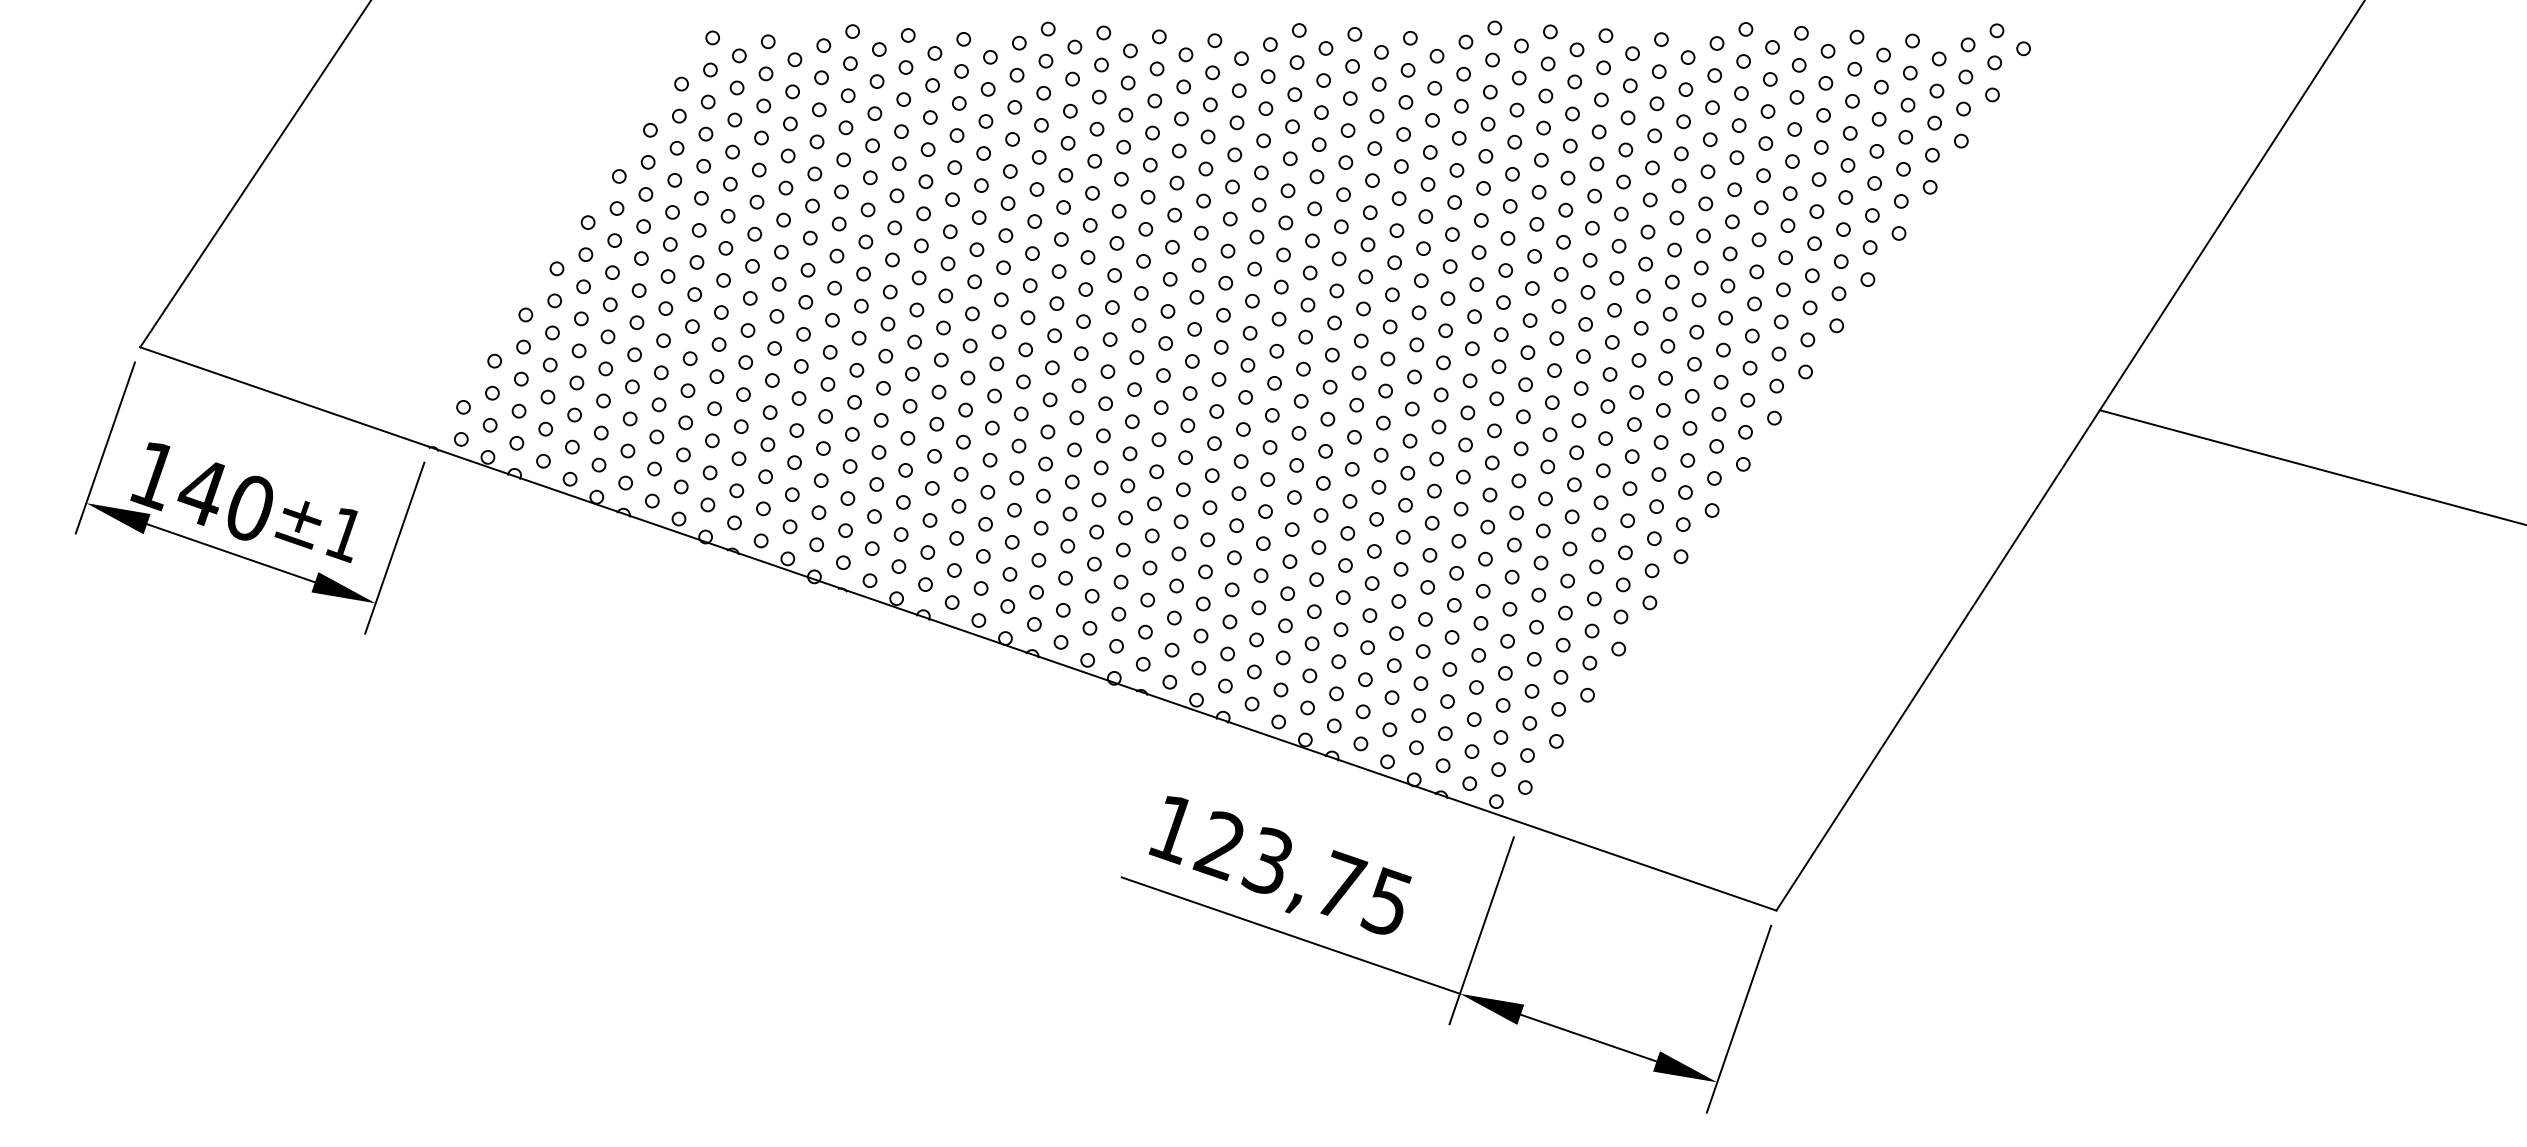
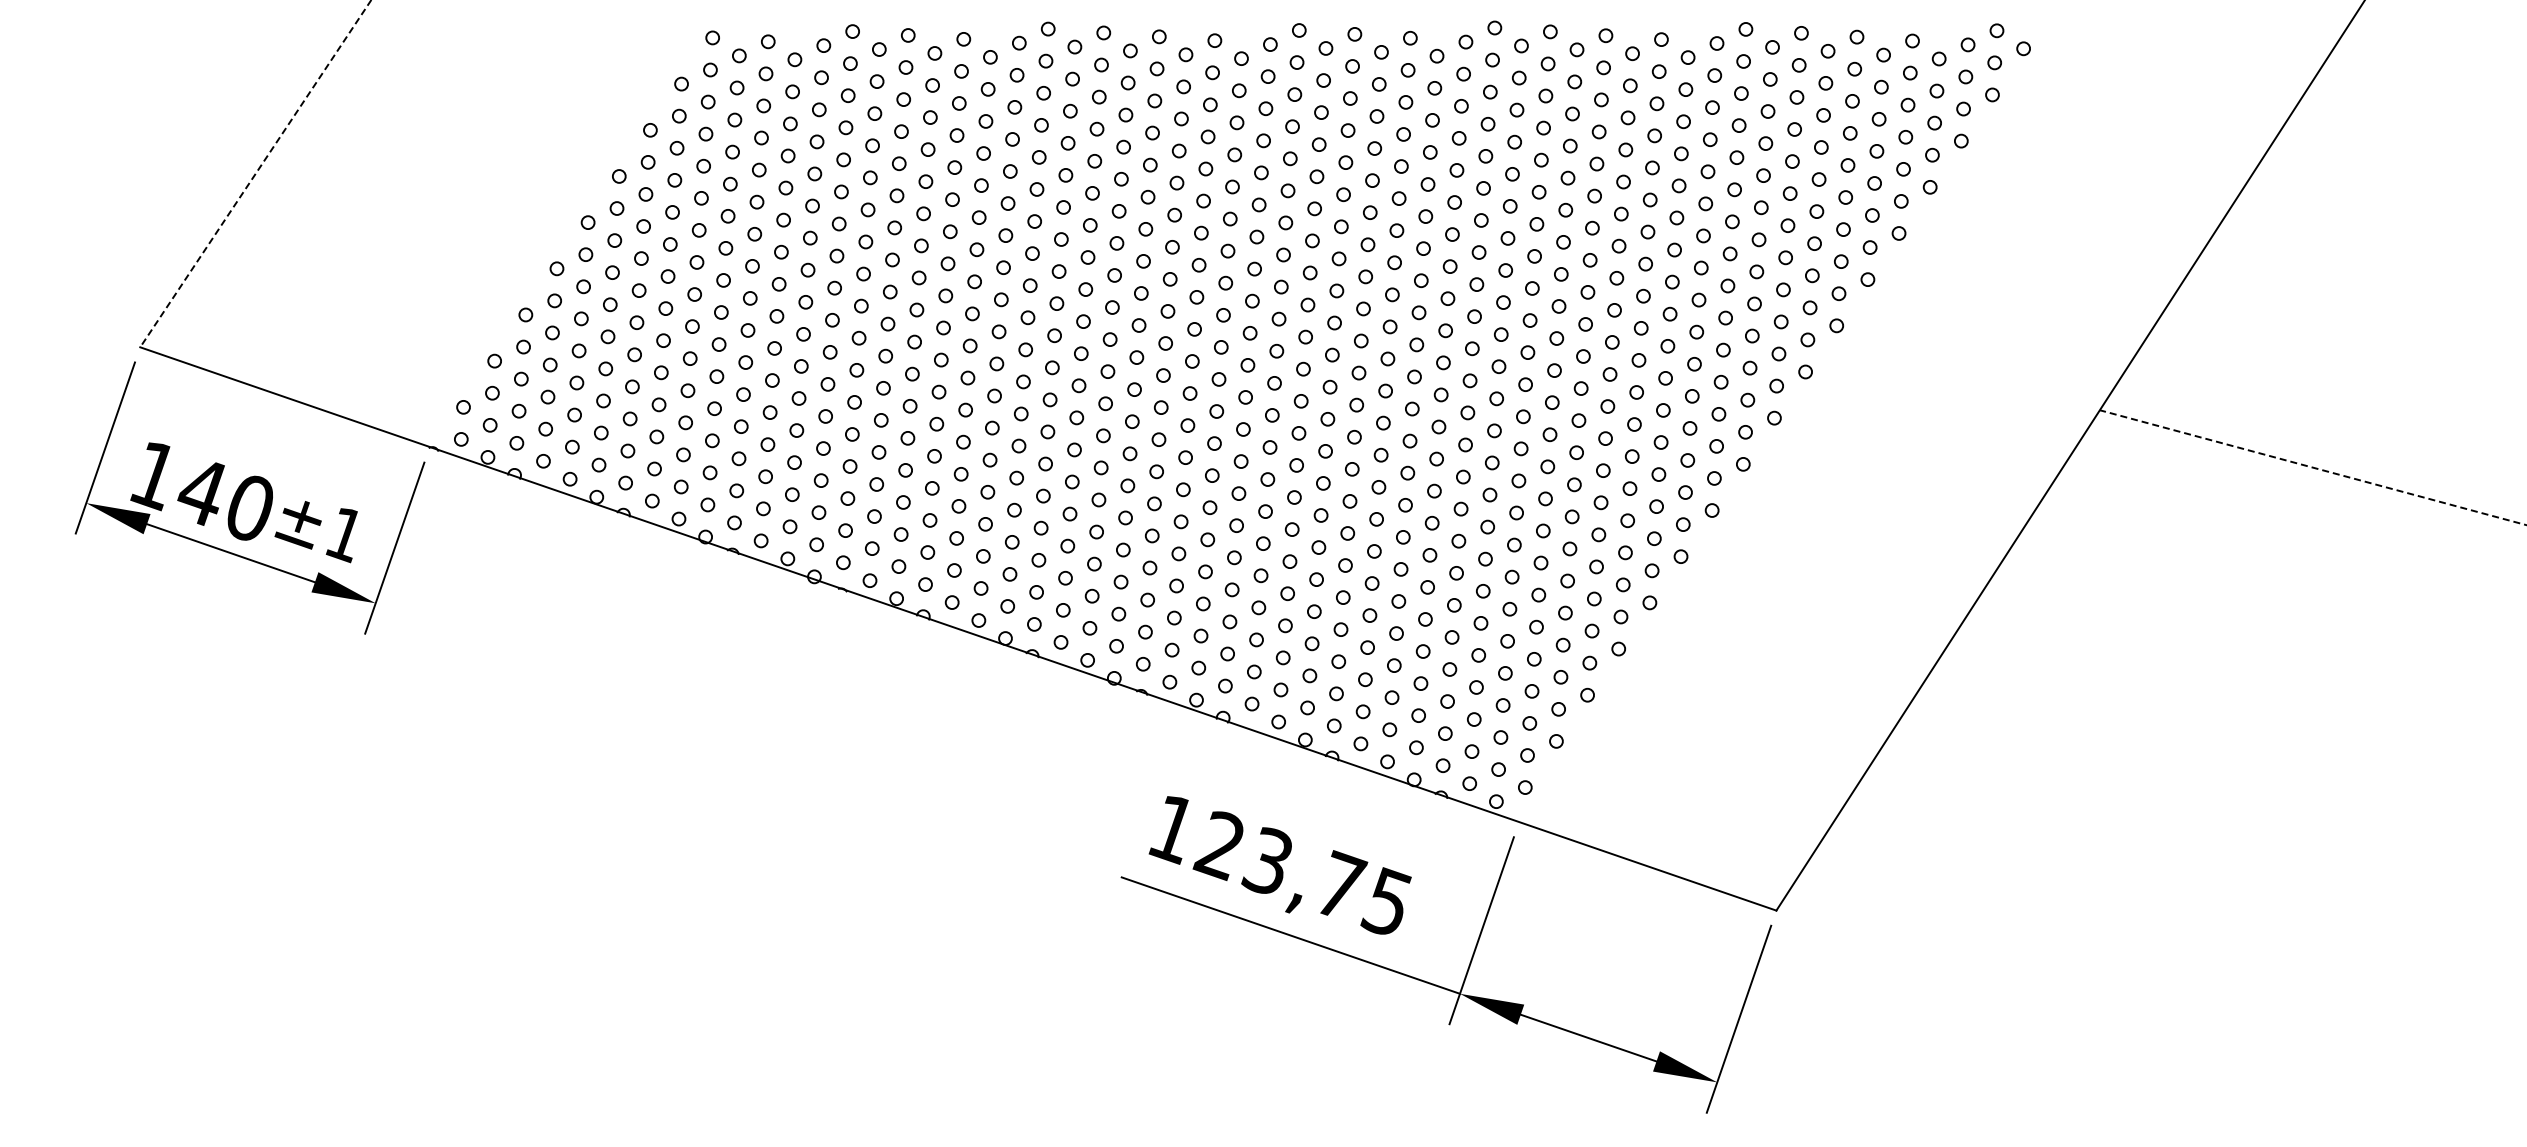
line at (255, 174): solid -> dashed
line at (2313, 467): solid -> dashed
